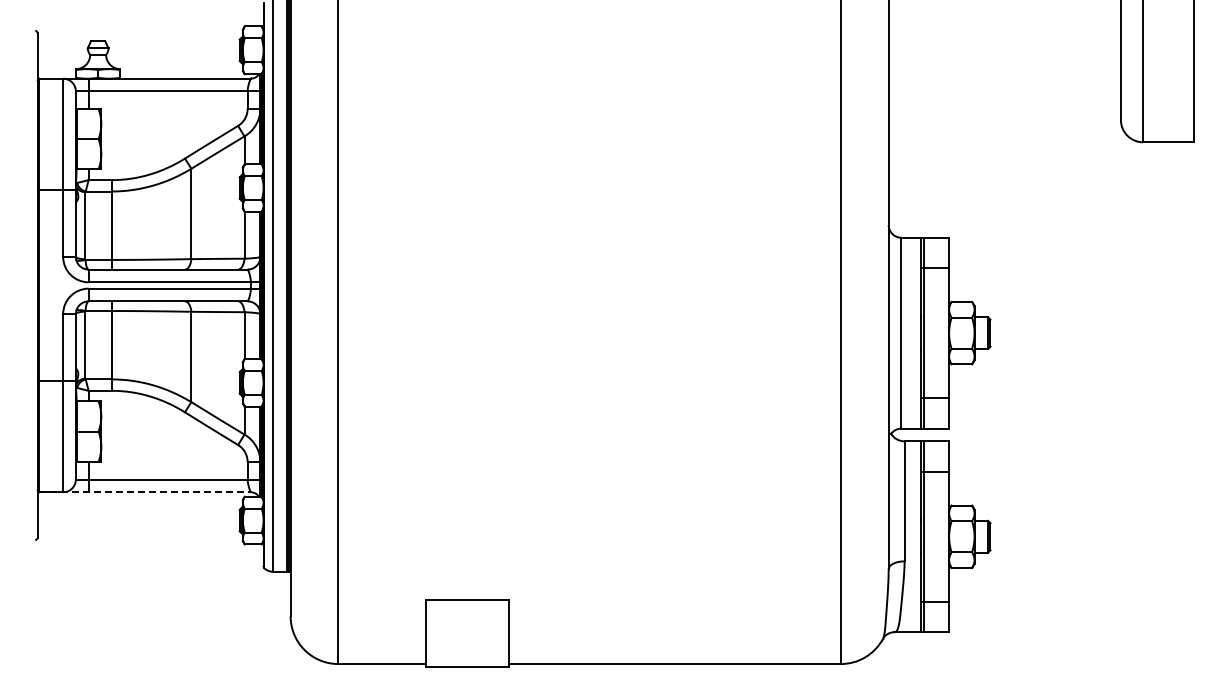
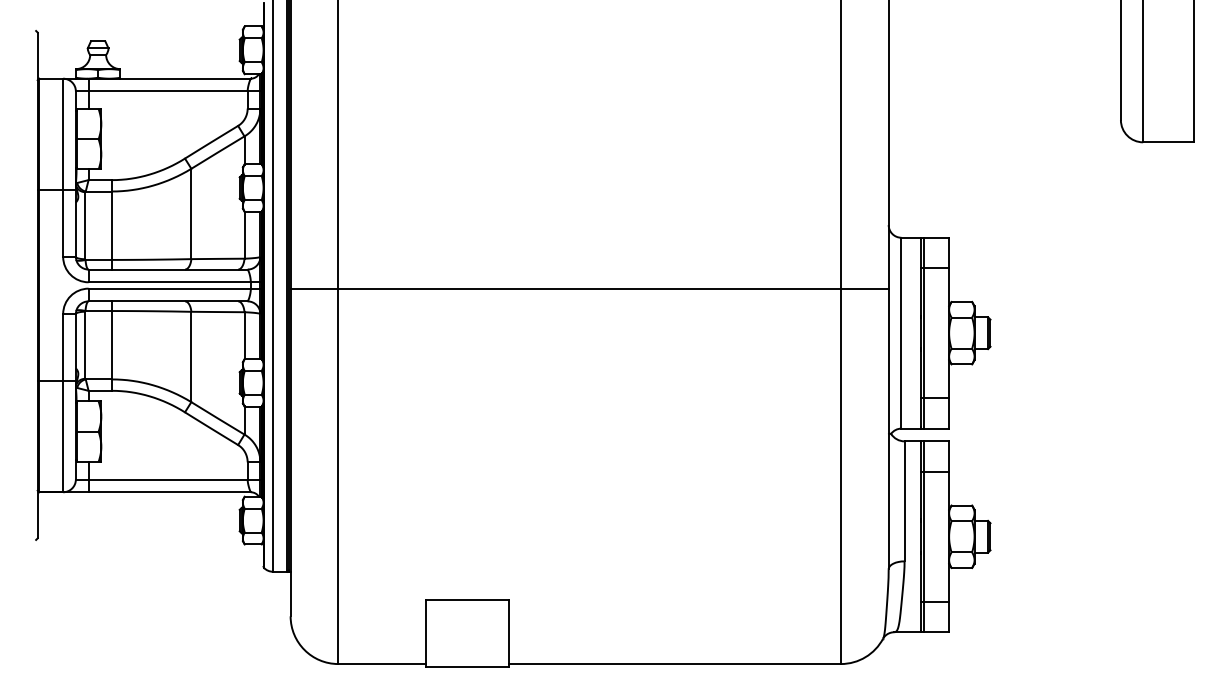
line at (589, 288): none -> present
line at (145, 492): dashed -> solid
